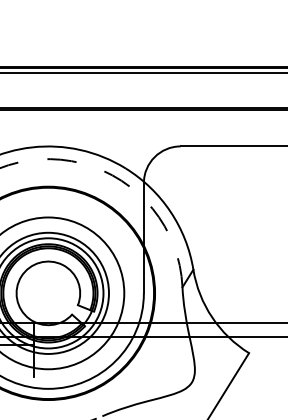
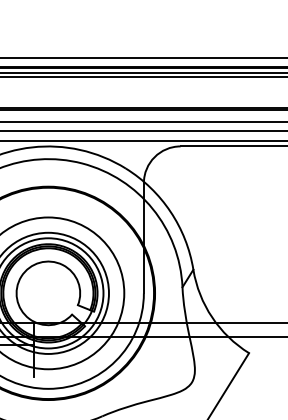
line at (143, 57): none -> present
line at (143, 76): none -> present
line at (143, 122): none -> present
line at (143, 131): none -> present
line at (143, 141): none -> present
arc at (116, 177): dashed -> solid
